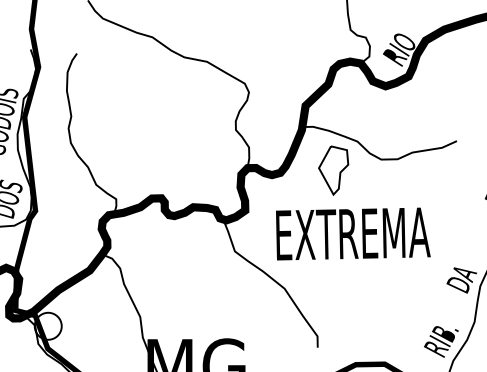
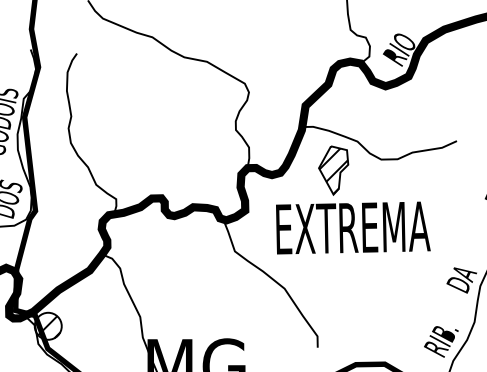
hatch at (333, 171): none -> present
text at (353, 233) position: (353, 233) -> (353, 227)
hatch at (49, 327): none -> present
